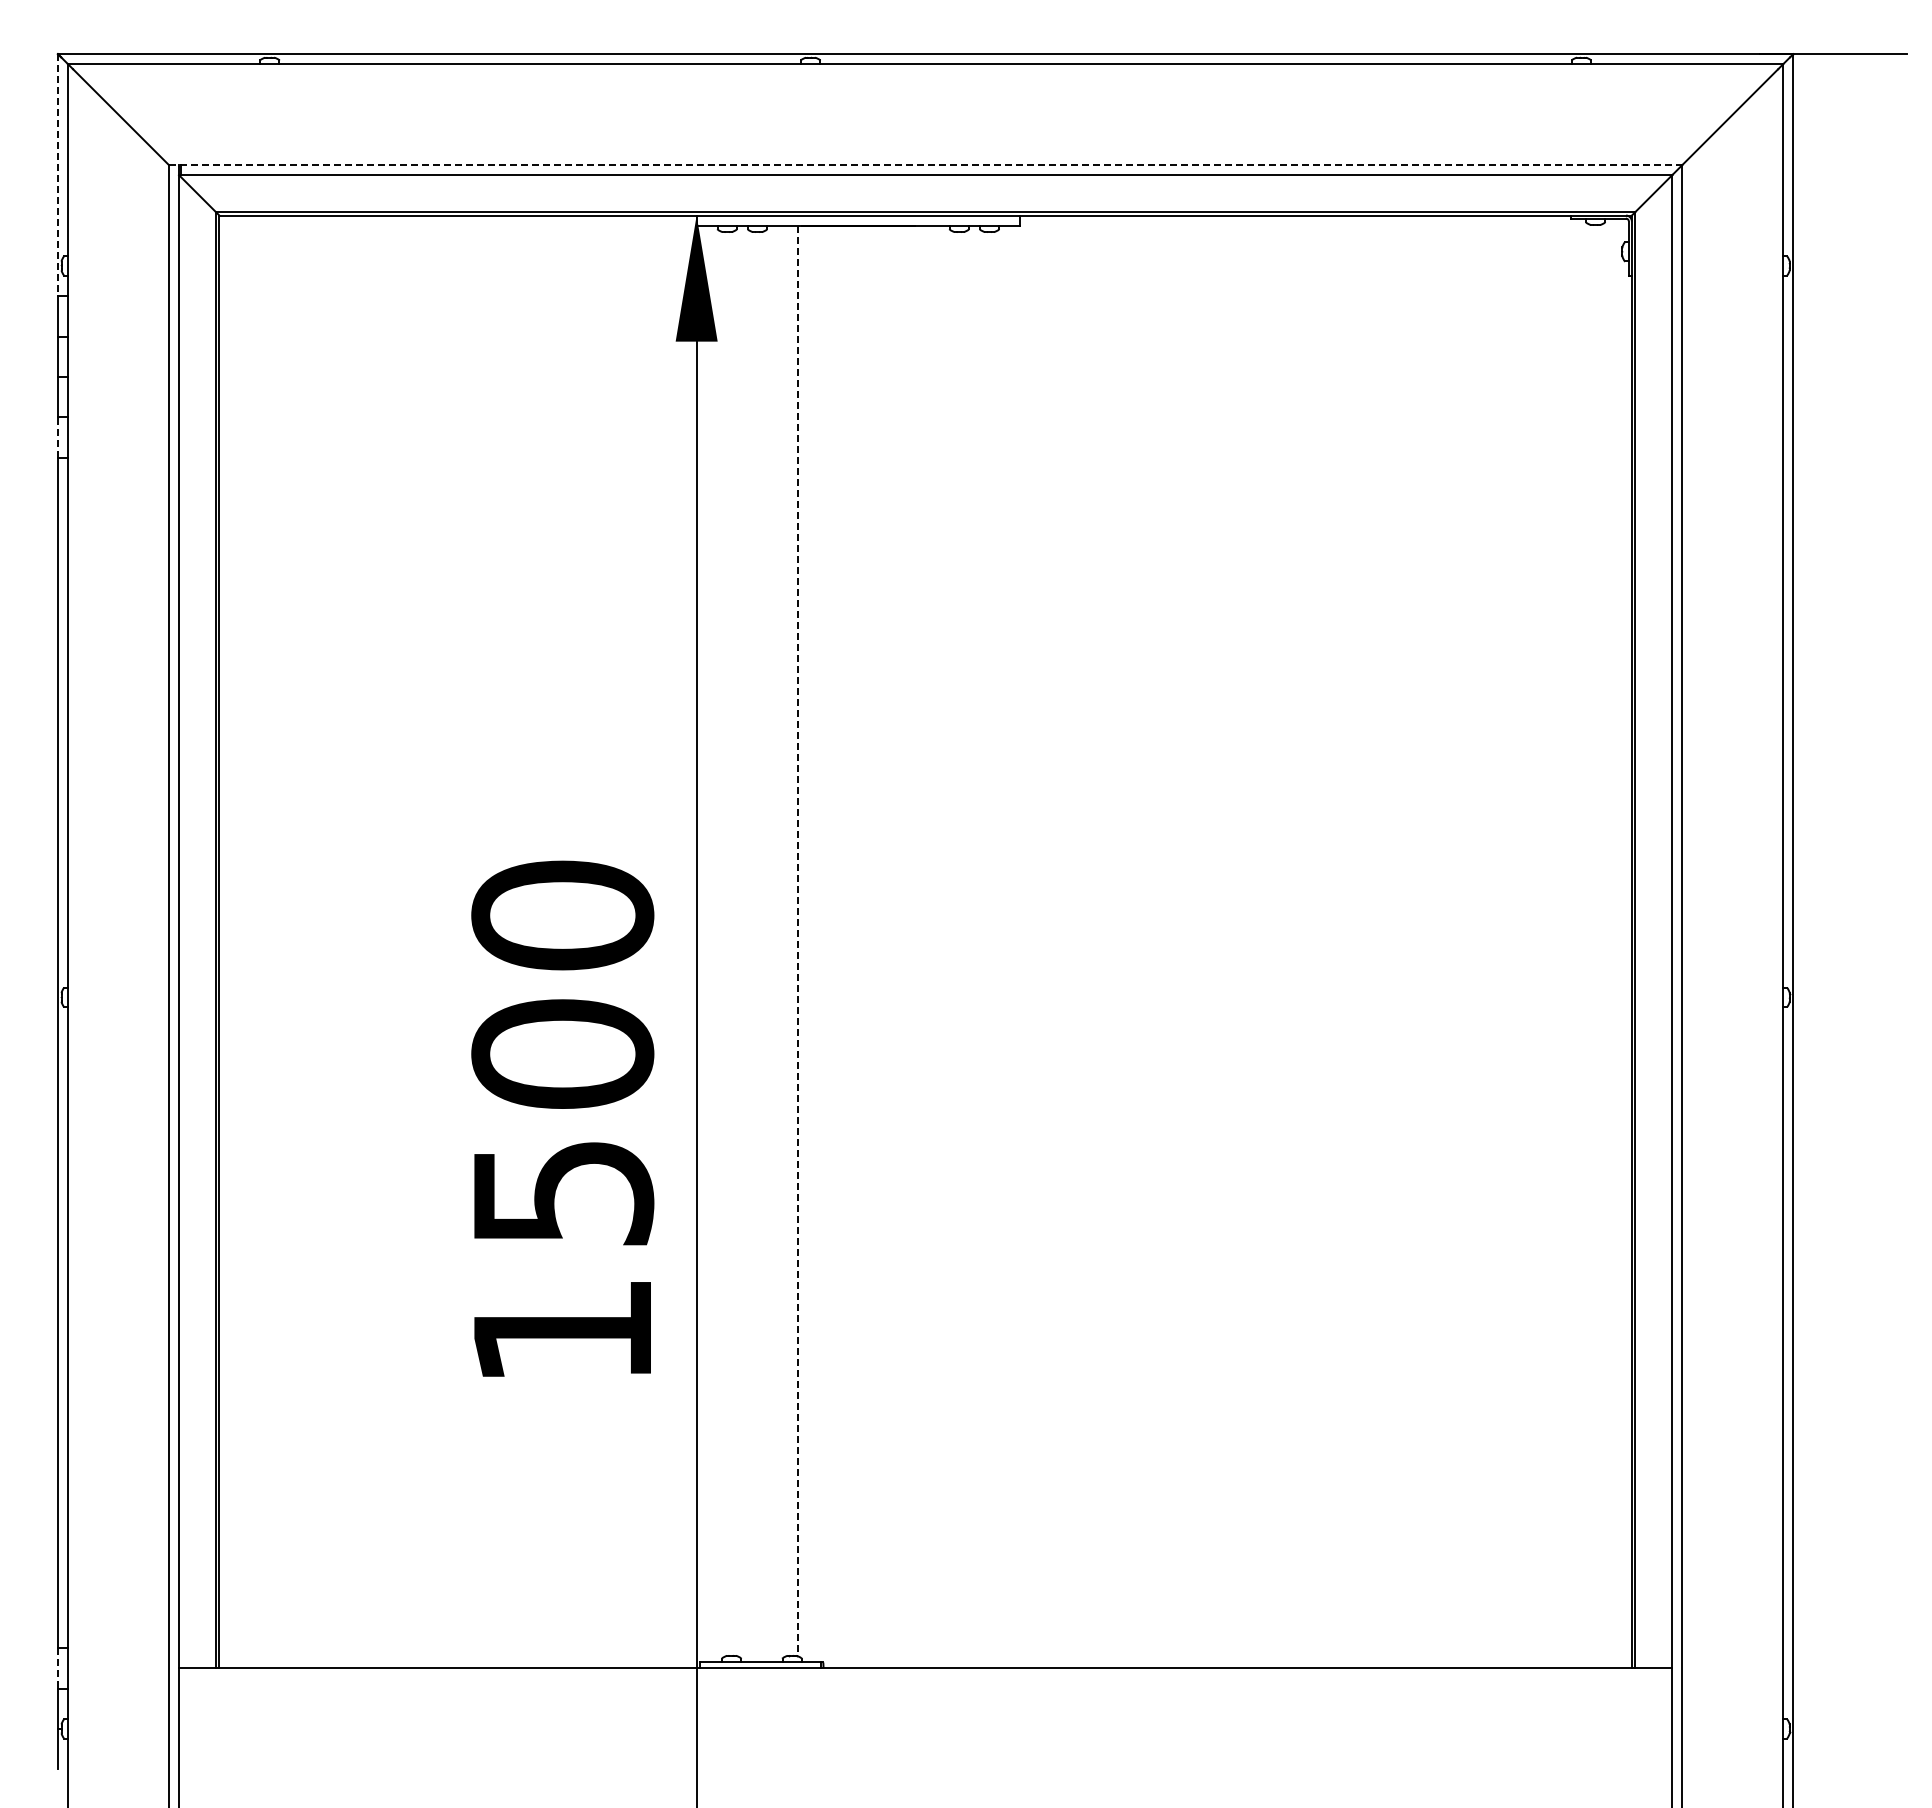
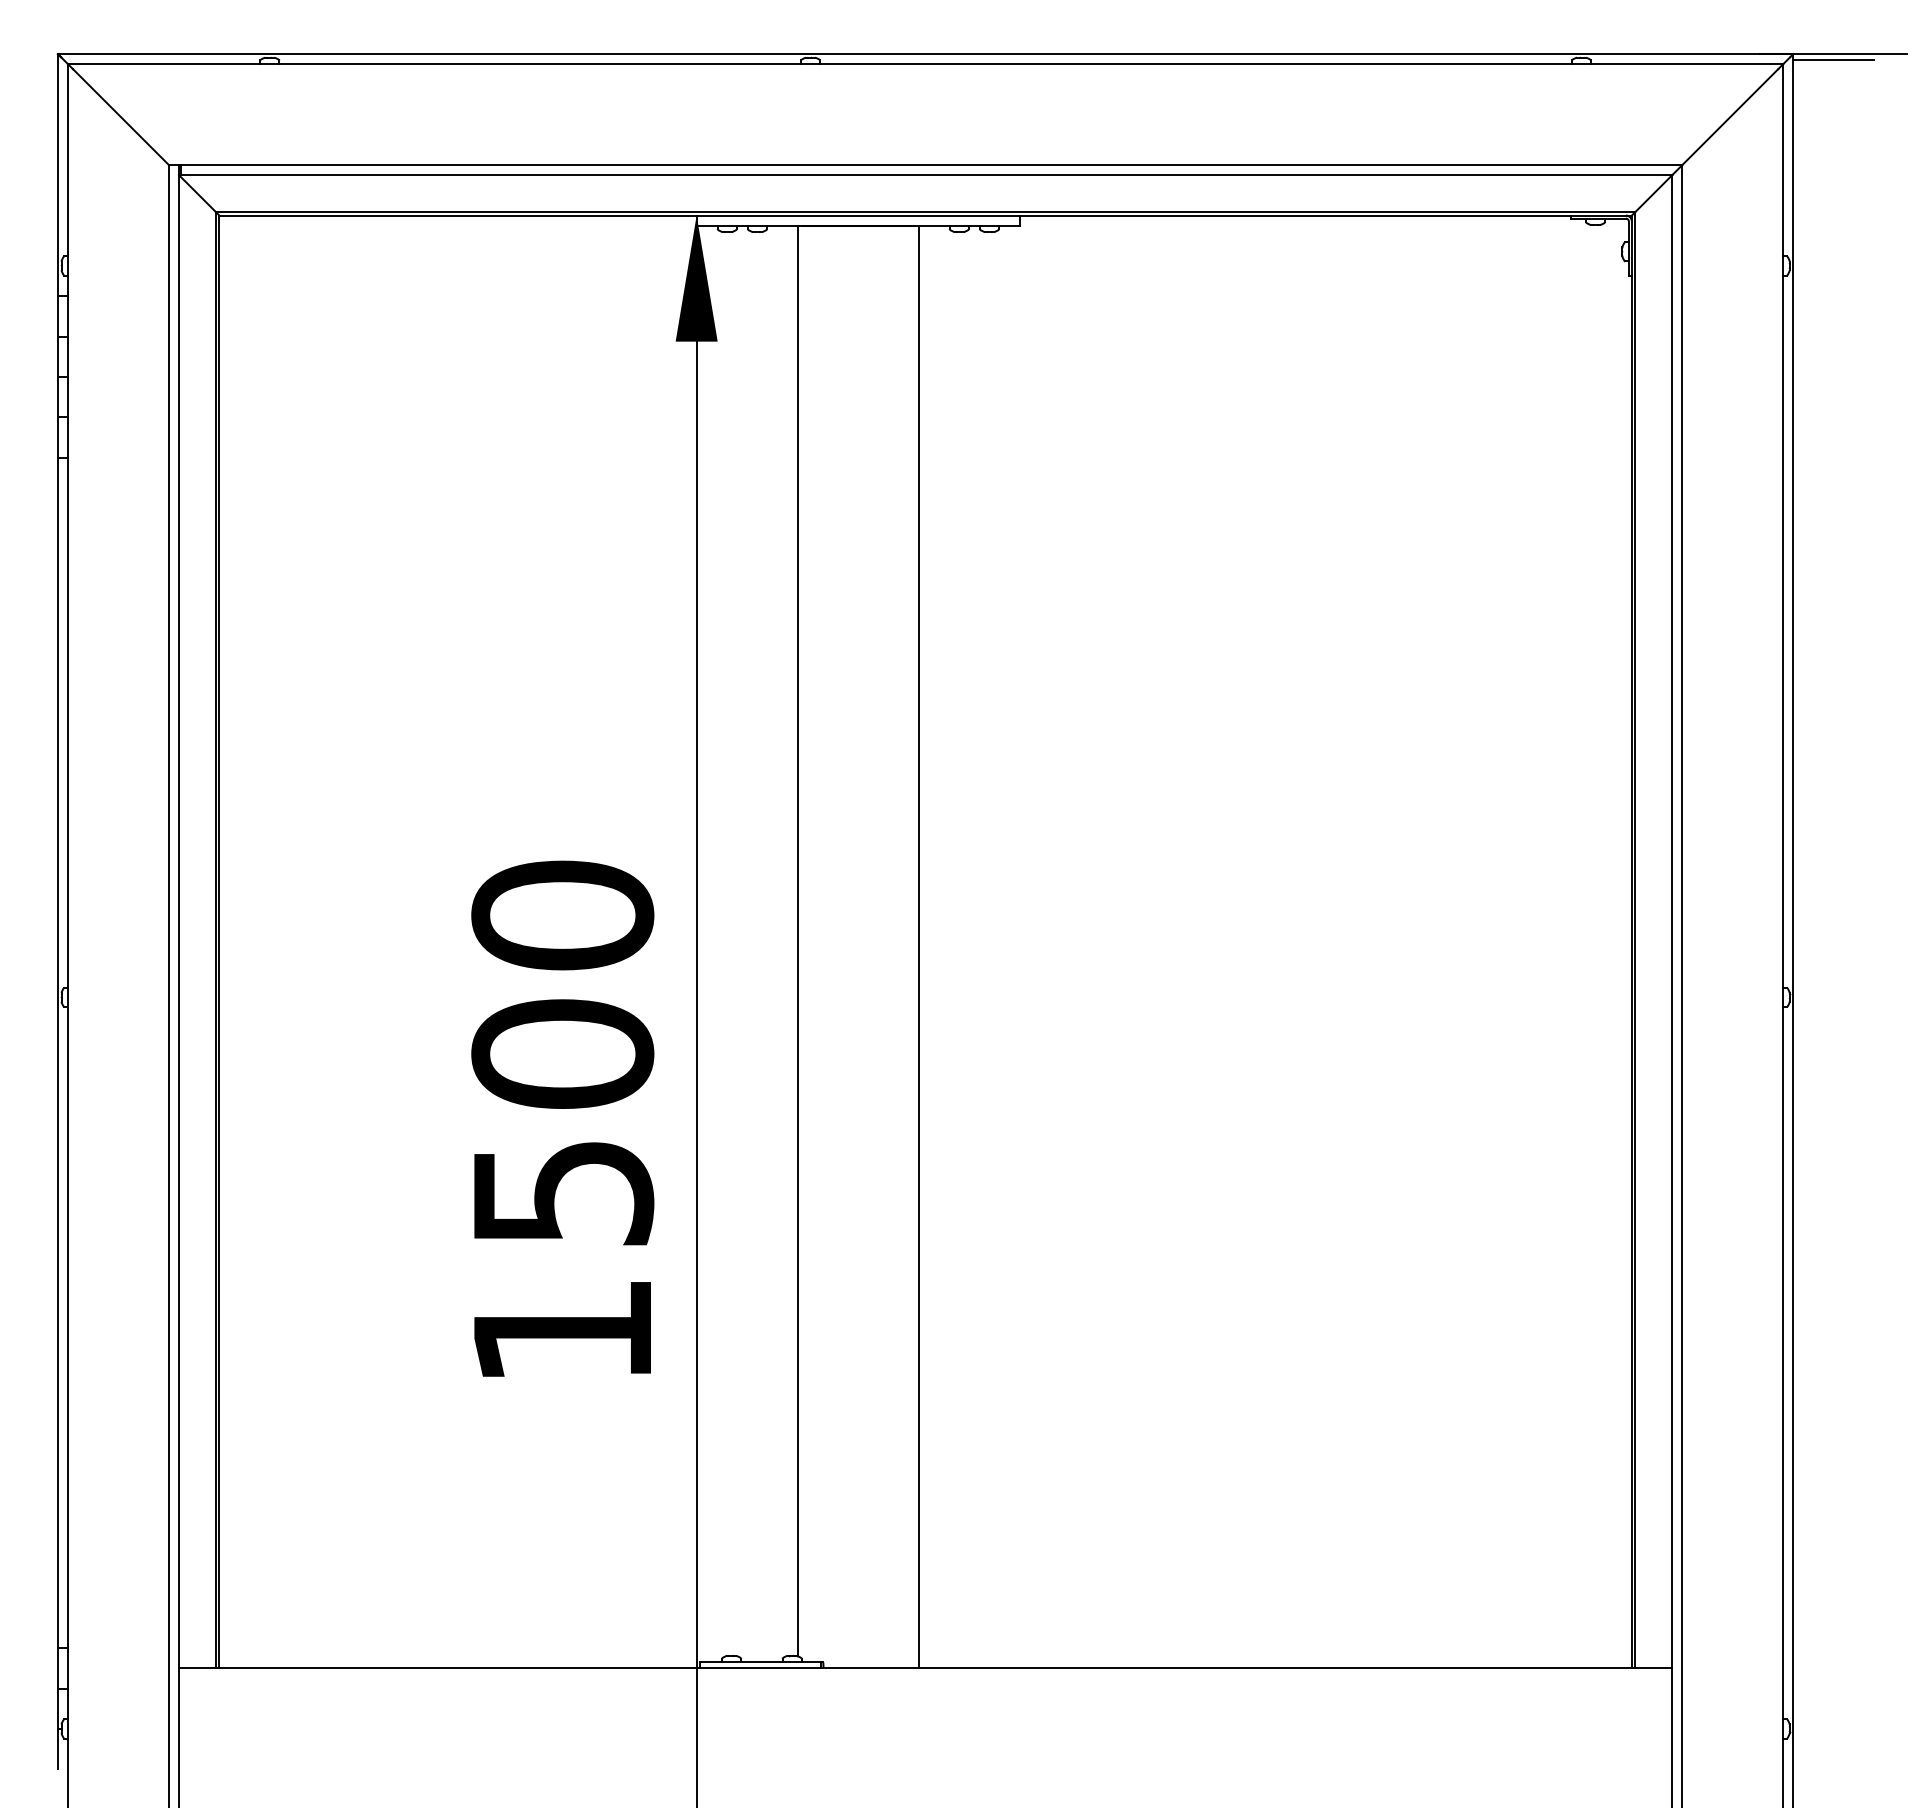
line at (1833, 60): none -> present
line at (925, 165): dashed -> solid
line at (57, 175): dashed -> solid
line at (57, 437): dashed -> solid
line at (797, 941): dashed -> solid
line at (918, 946): none -> present
line at (57, 1668): dashed -> solid
